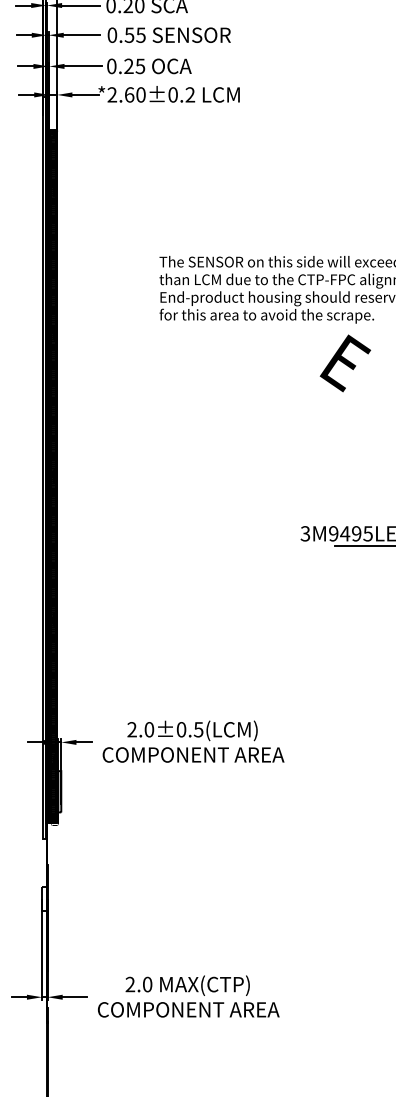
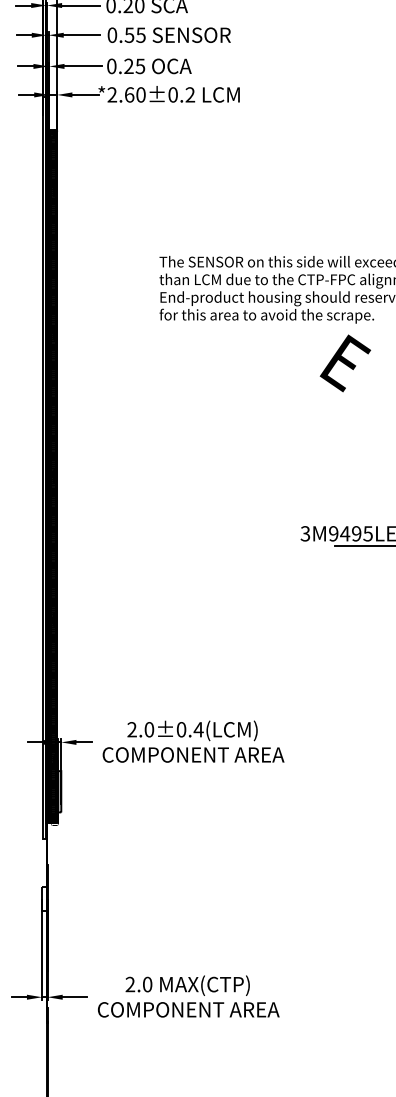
text at (198, 729): 2.0±0.5 -> 2.0±0.4
